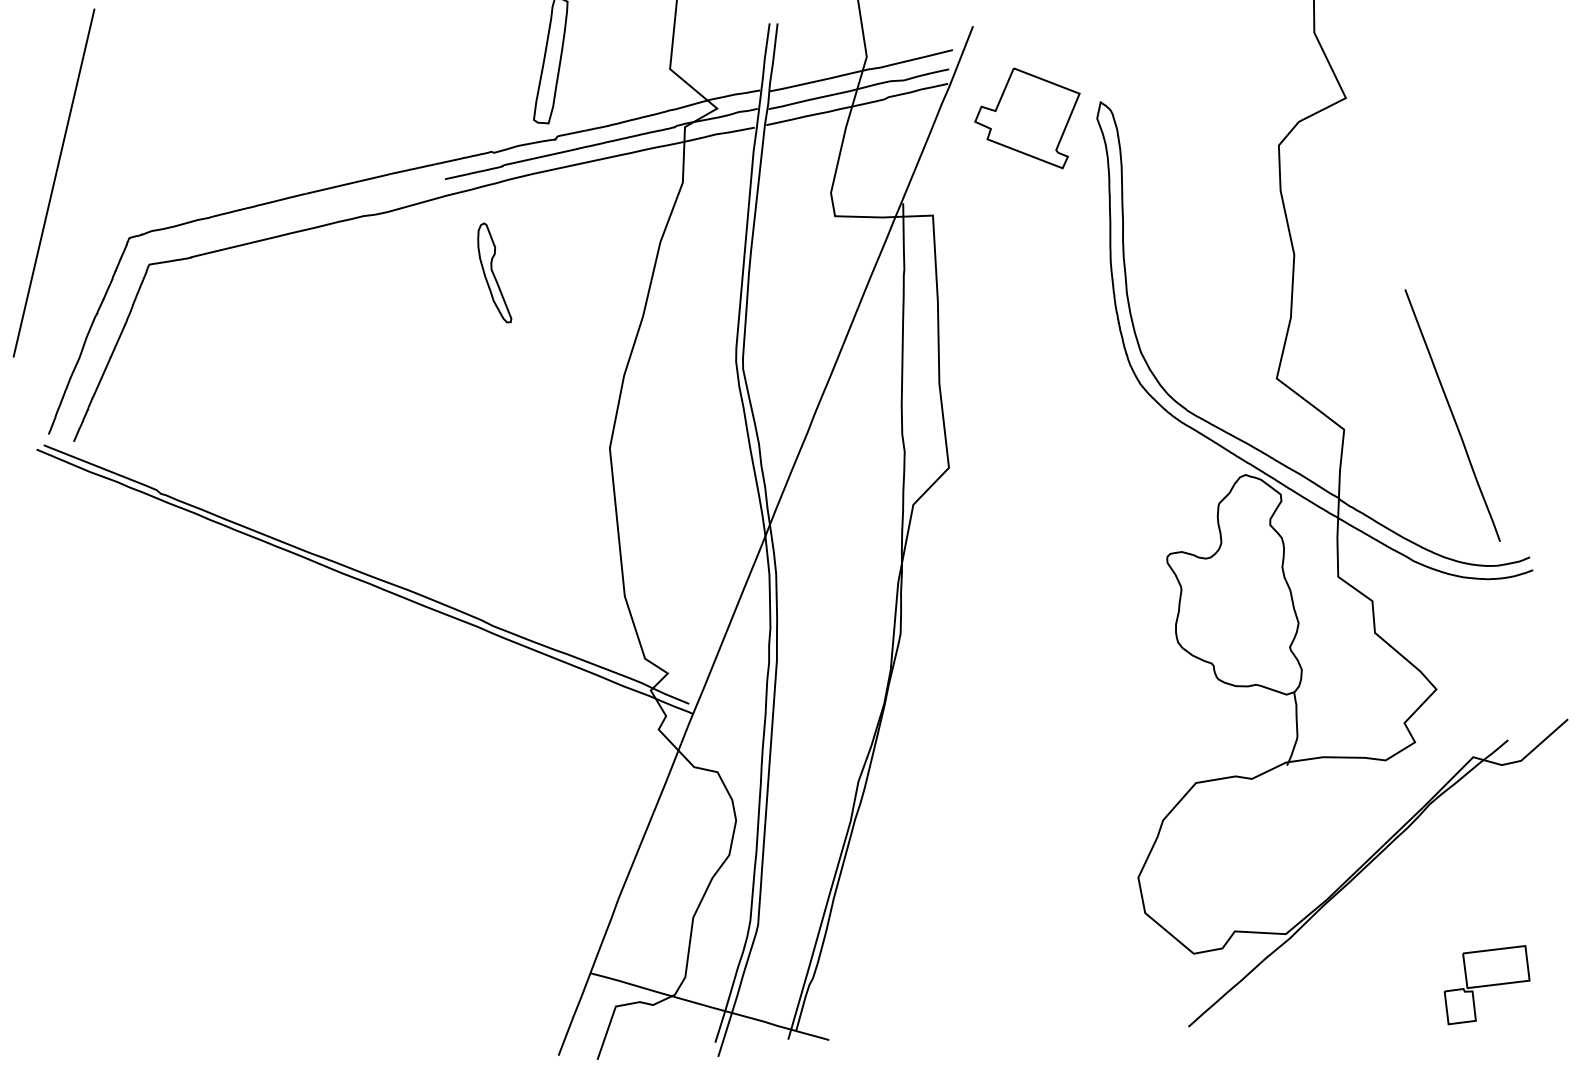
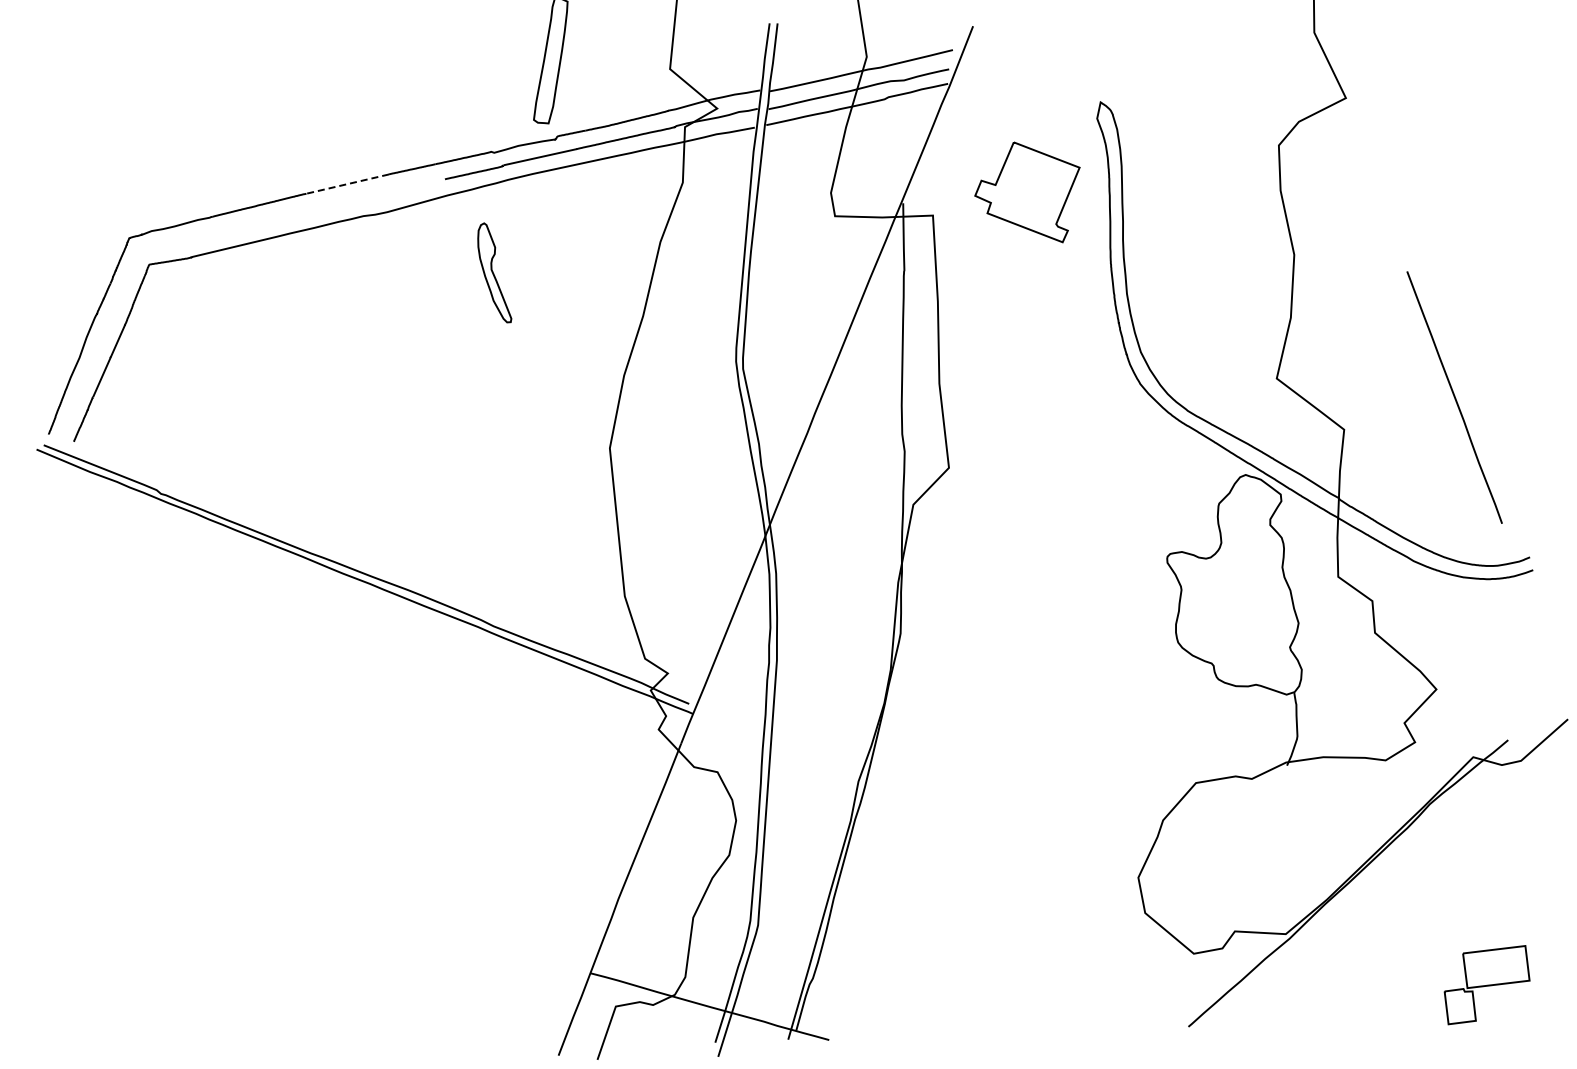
part at (1027, 118) position: (1027, 118) -> (1027, 192)
line at (53, 182): present -> none
line at (347, 184): solid -> dashed
line at (1452, 415) position: (1452, 415) -> (1454, 397)
